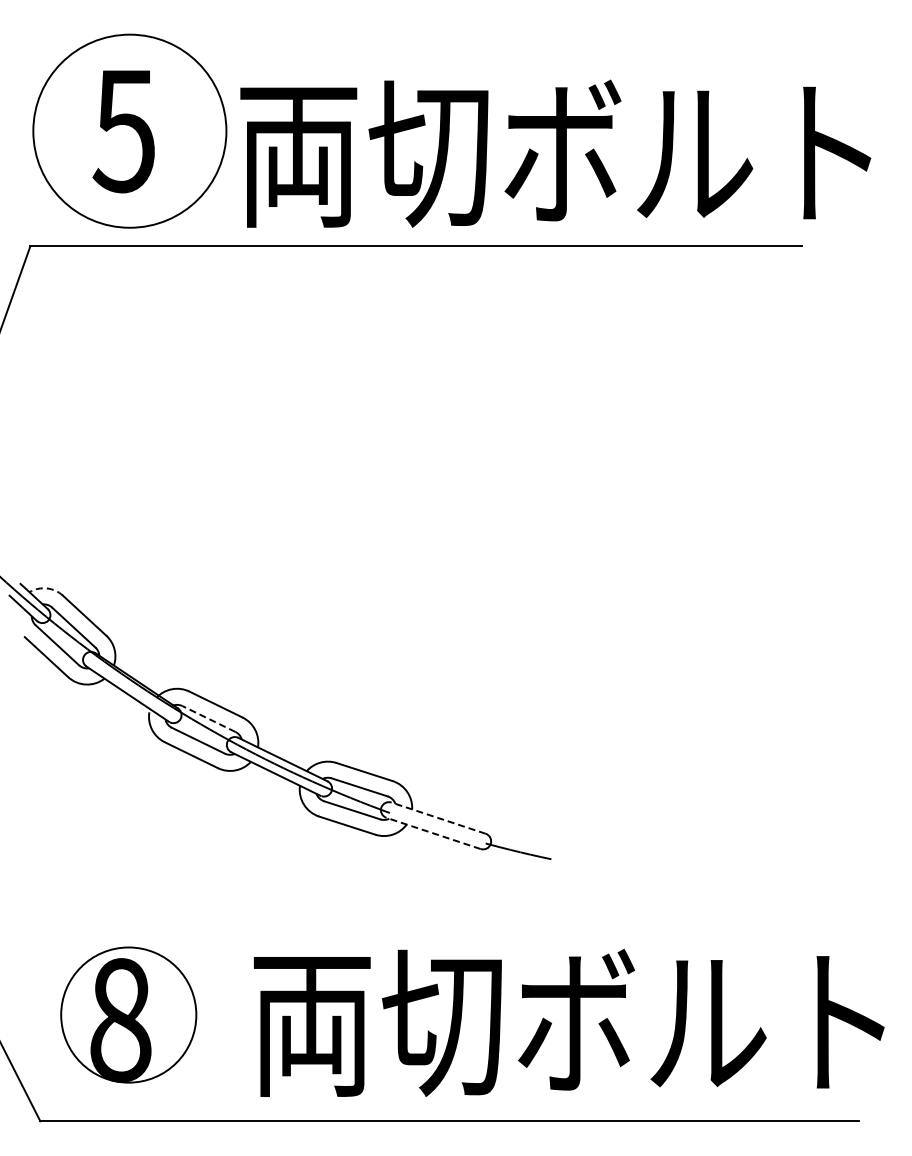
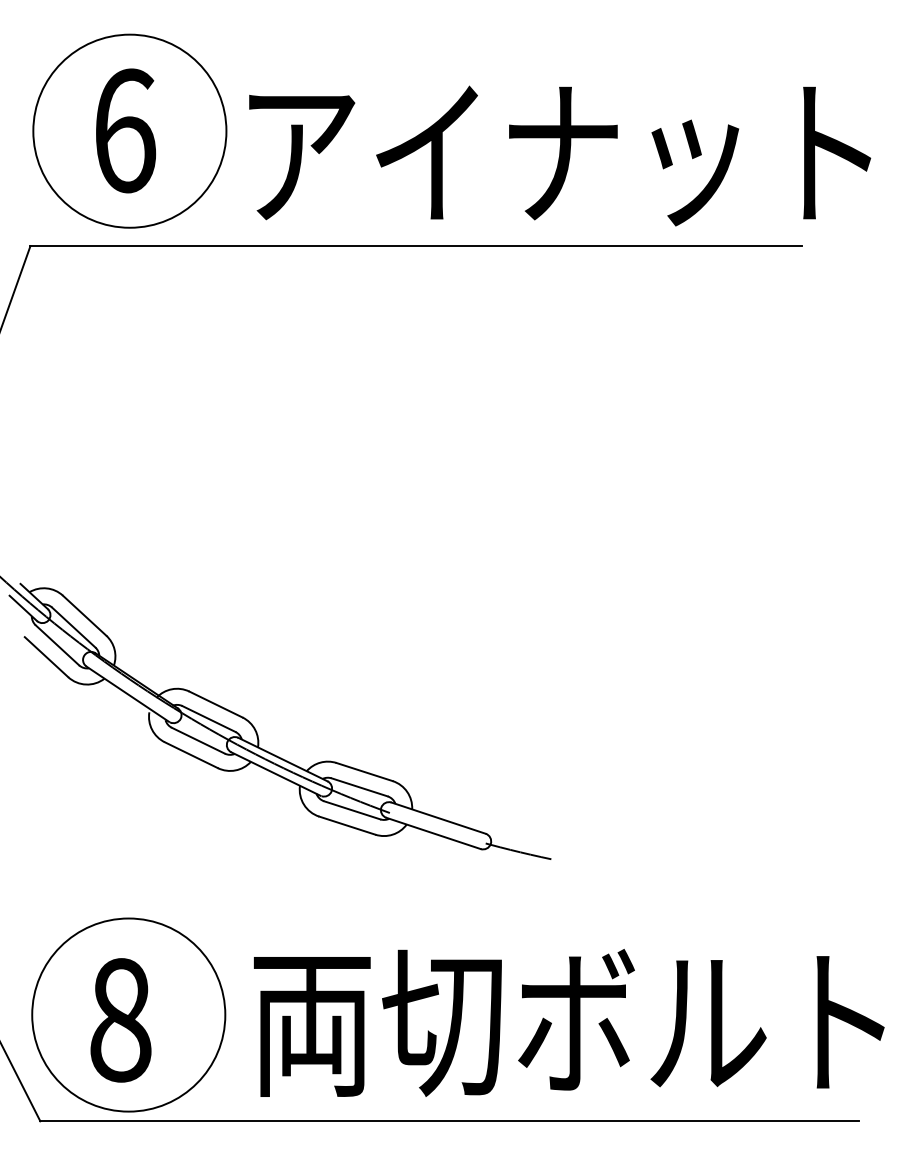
text at (124, 130): 5 -> 6
text at (496, 153): 両切ボルト -> アイナット
arc at (46, 588): dashed -> solid
line at (208, 719): dashed -> solid
line at (438, 818): dashed -> solid
line at (433, 833): dashed -> solid
circle at (128, 1014) diameter: 135 px -> 193 px
